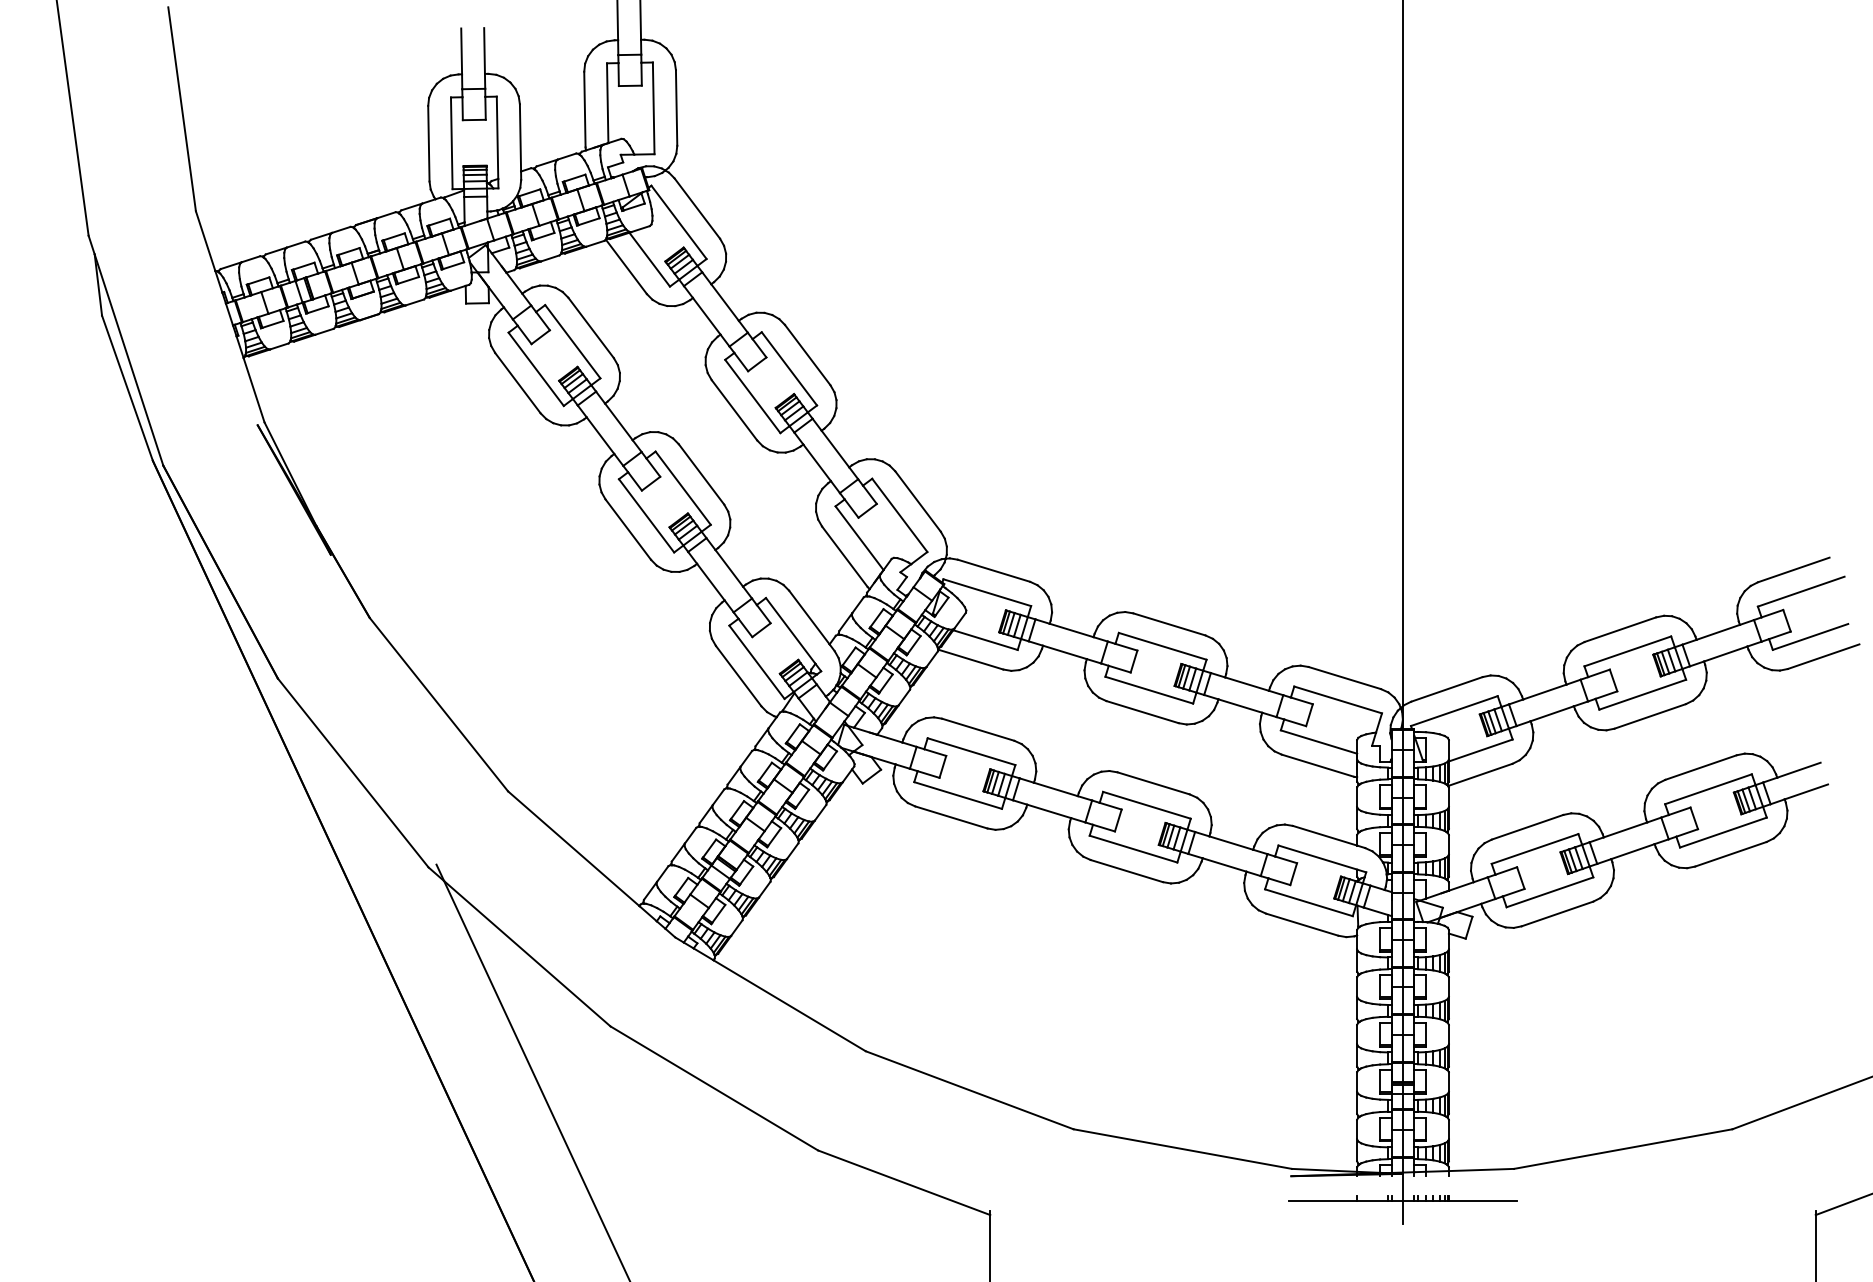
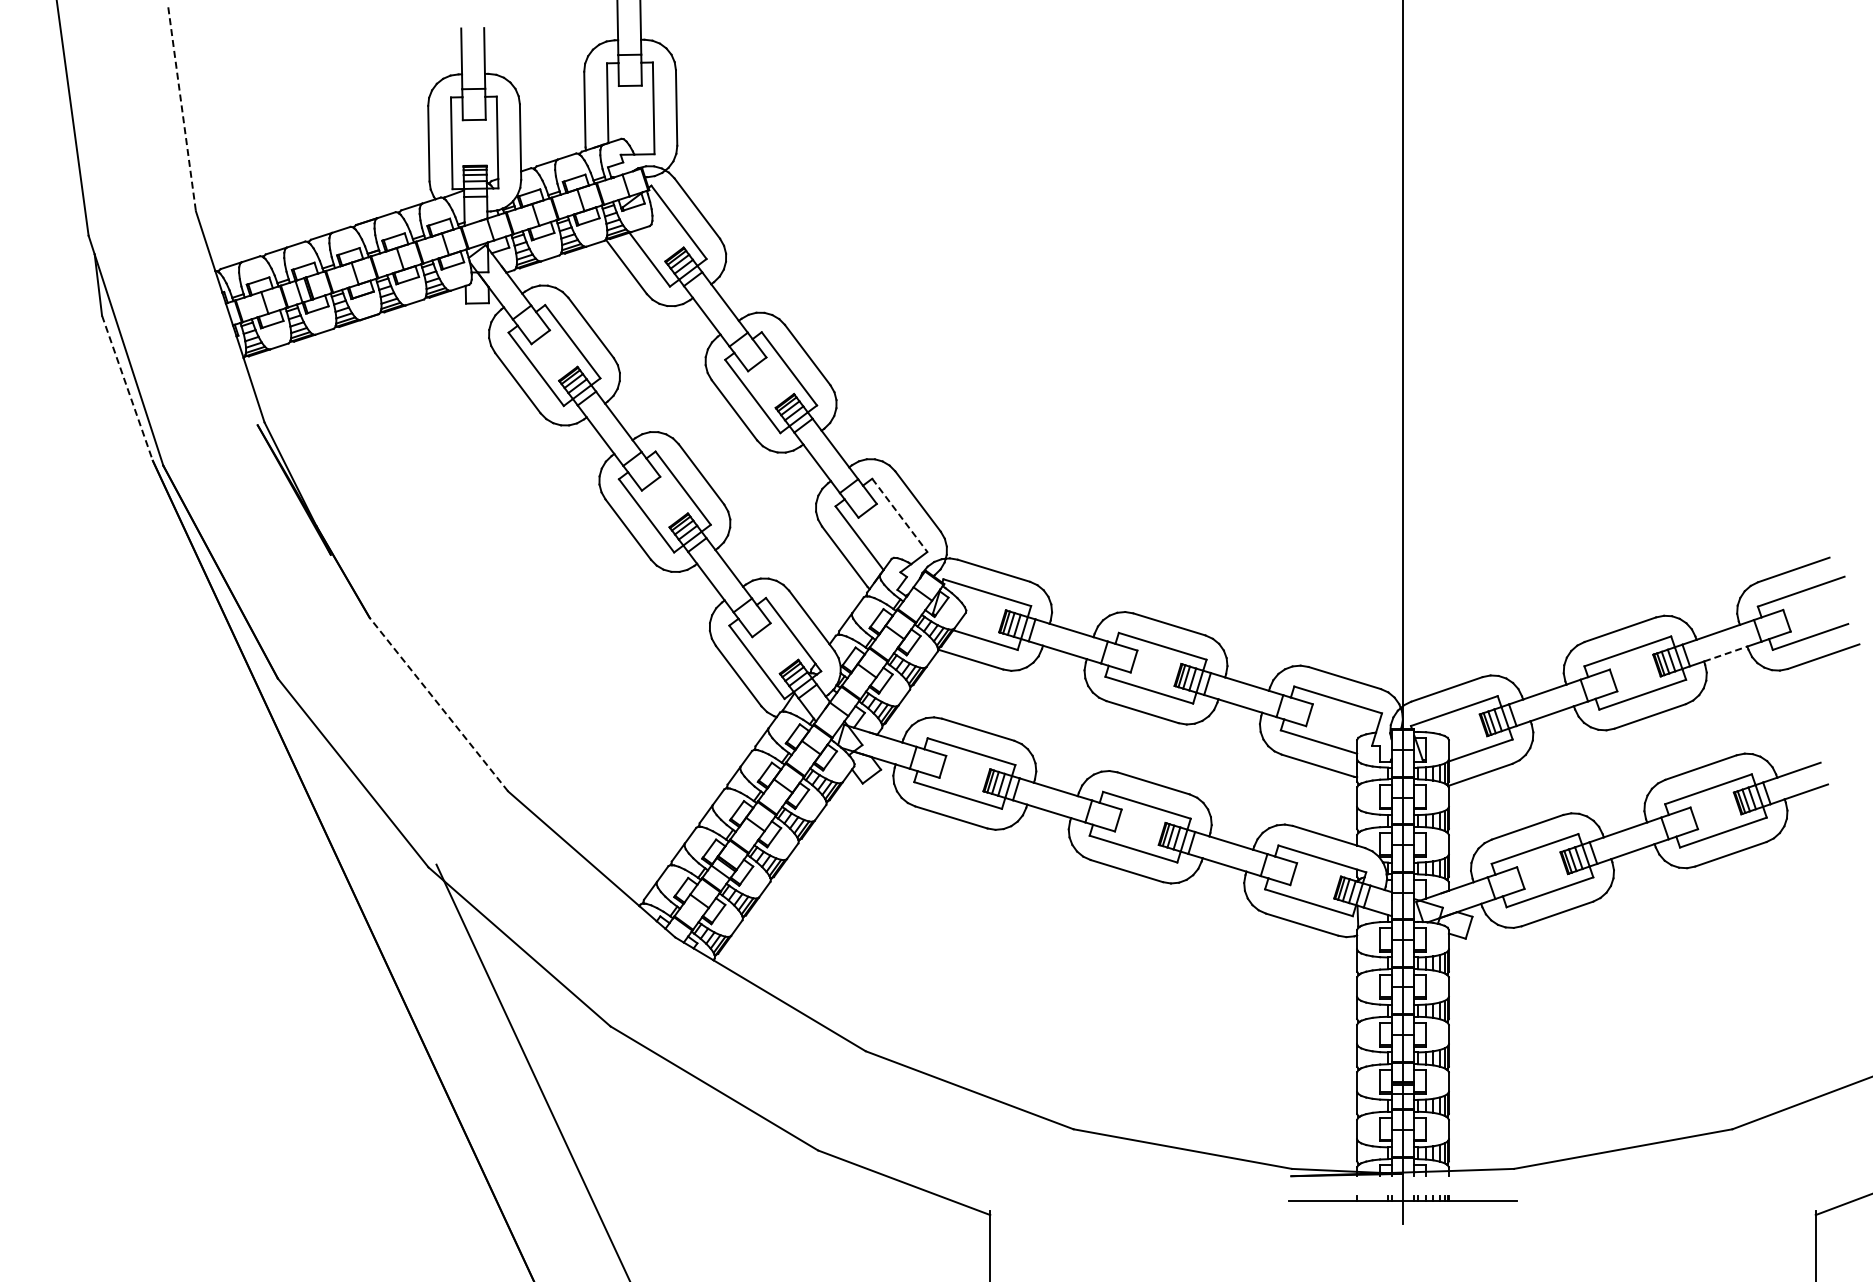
line at (182, 109): solid -> dashed
line at (127, 388): solid -> dashed
line at (899, 515): solid -> dashed
line at (1725, 654): solid -> dashed
line at (438, 704): solid -> dashed
